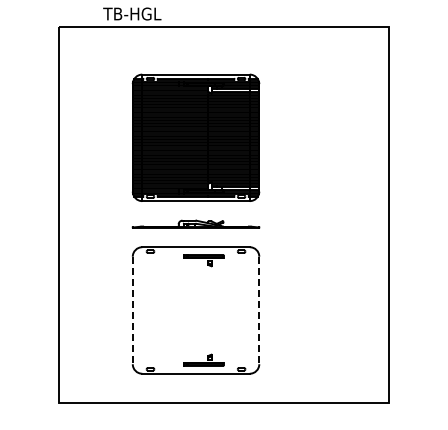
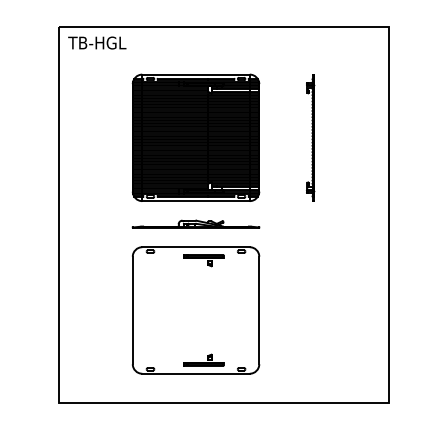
text at (132, 13) position: (132, 13) -> (97, 42)
part at (310, 137): none -> present
line at (132, 310): dashed -> solid
line at (259, 310): dashed -> solid
